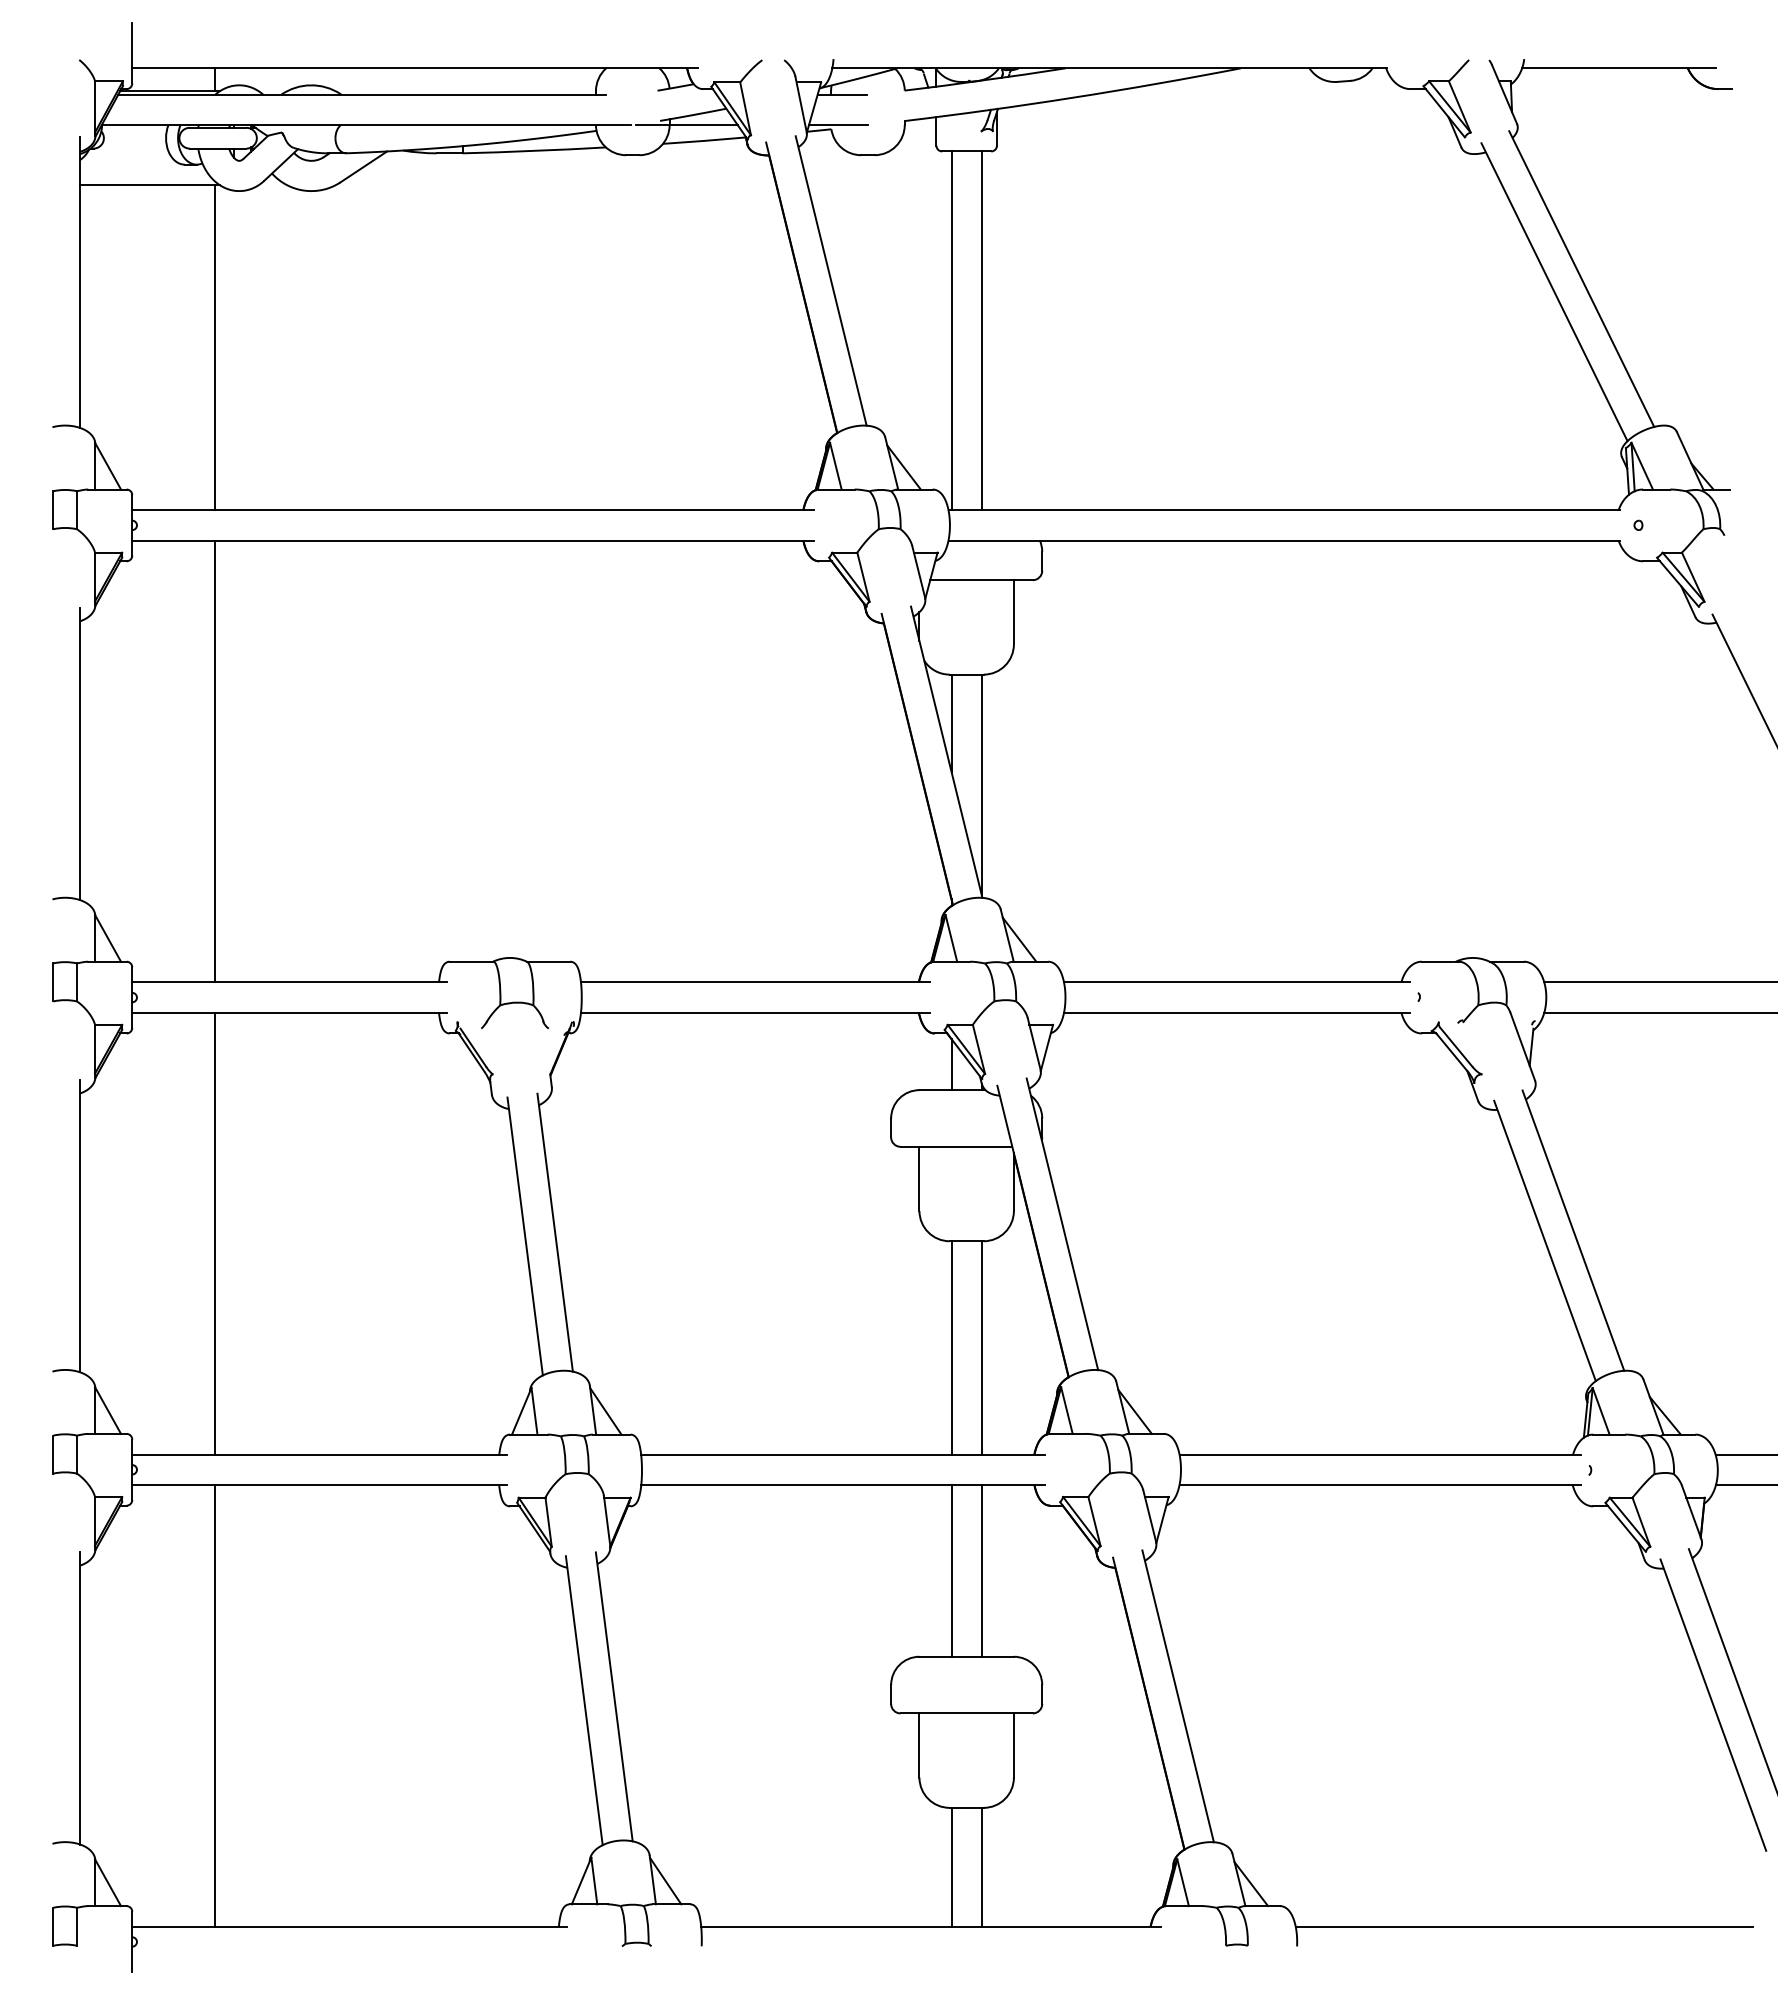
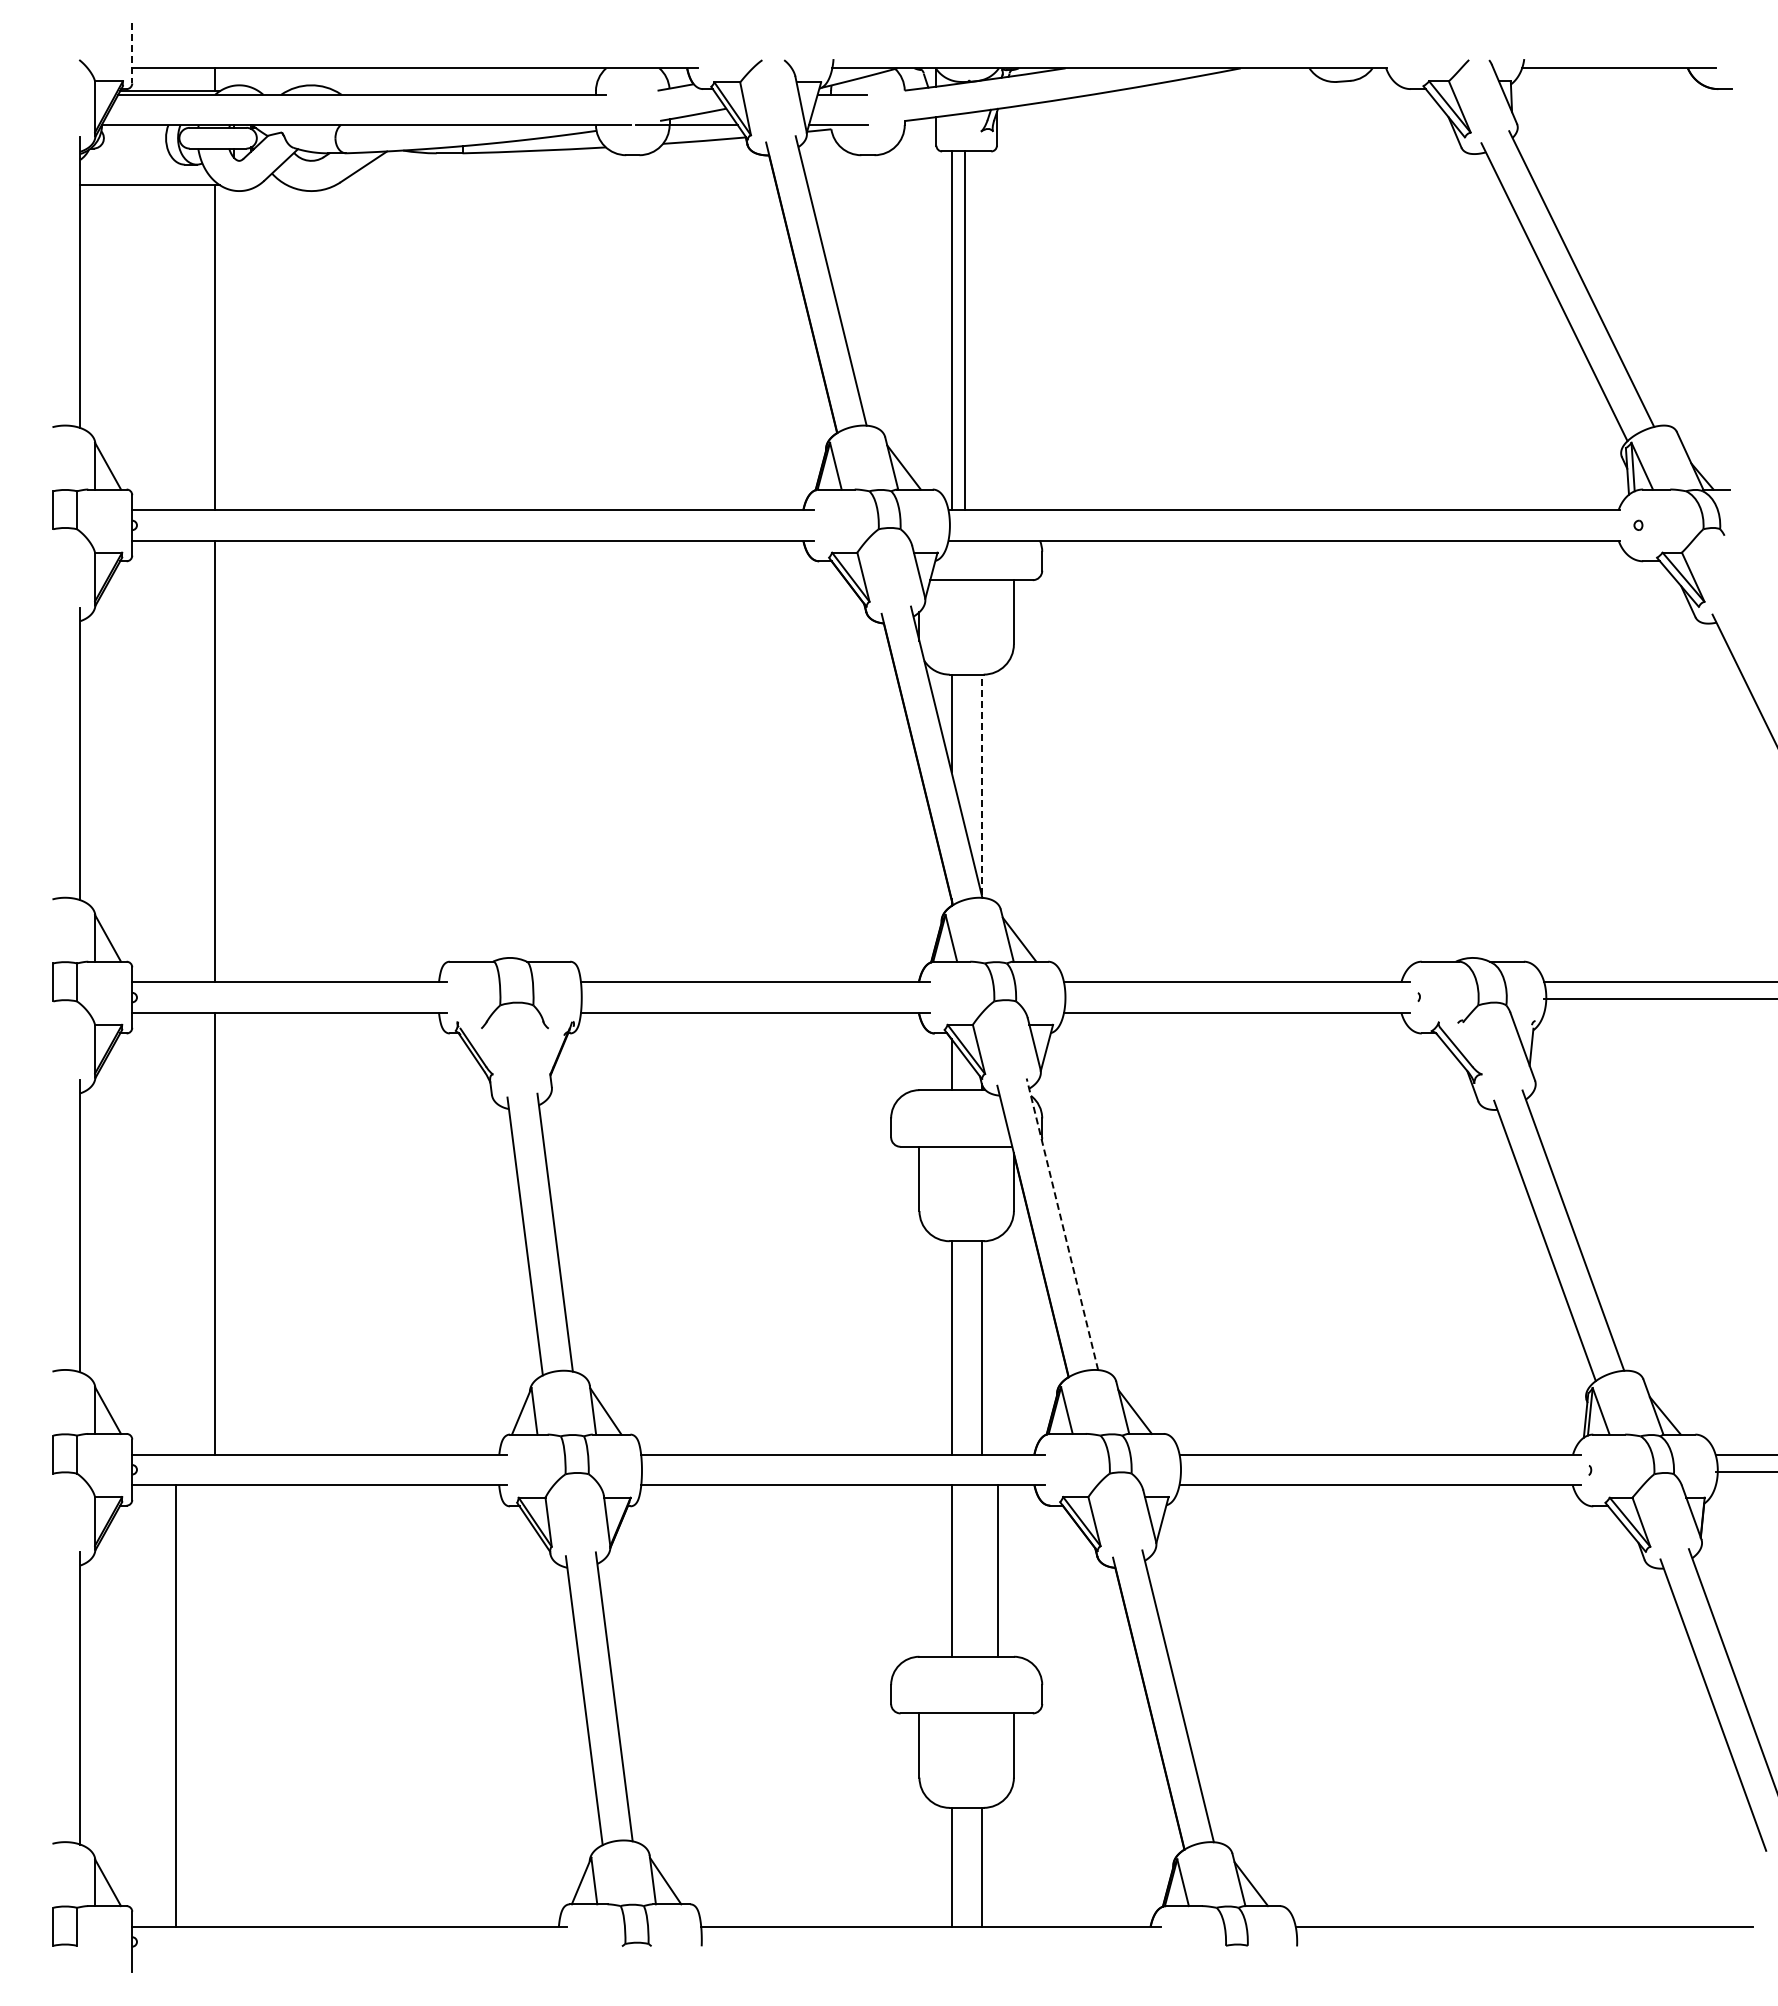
line at (132, 53): solid -> dashed
line at (981, 330) position: (981, 330) -> (964, 330)
line at (981, 784): solid -> dashed
line at (1659, 1012) position: (1659, 1012) -> (1659, 998)
line at (1062, 1223): solid -> dashed
line at (1745, 1484) position: (1745, 1484) -> (1745, 1471)
line at (981, 1570) position: (981, 1570) -> (997, 1570)
line at (215, 1705) position: (215, 1705) -> (176, 1705)
